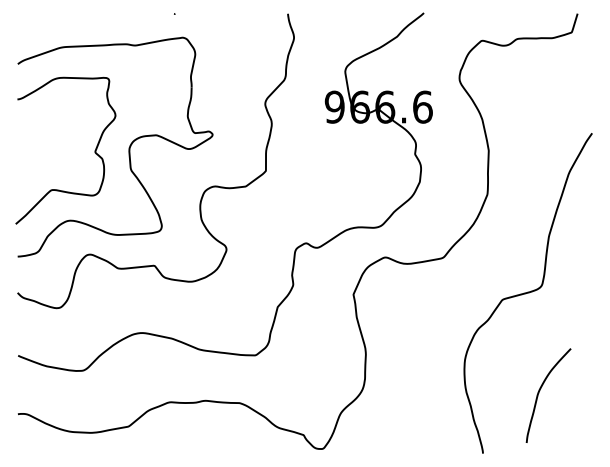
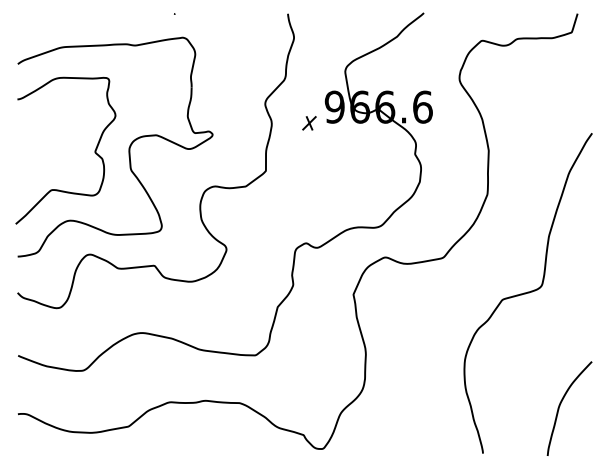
part at (309, 123): none -> present
curve at (539, 393) position: (539, 393) -> (560, 406)
